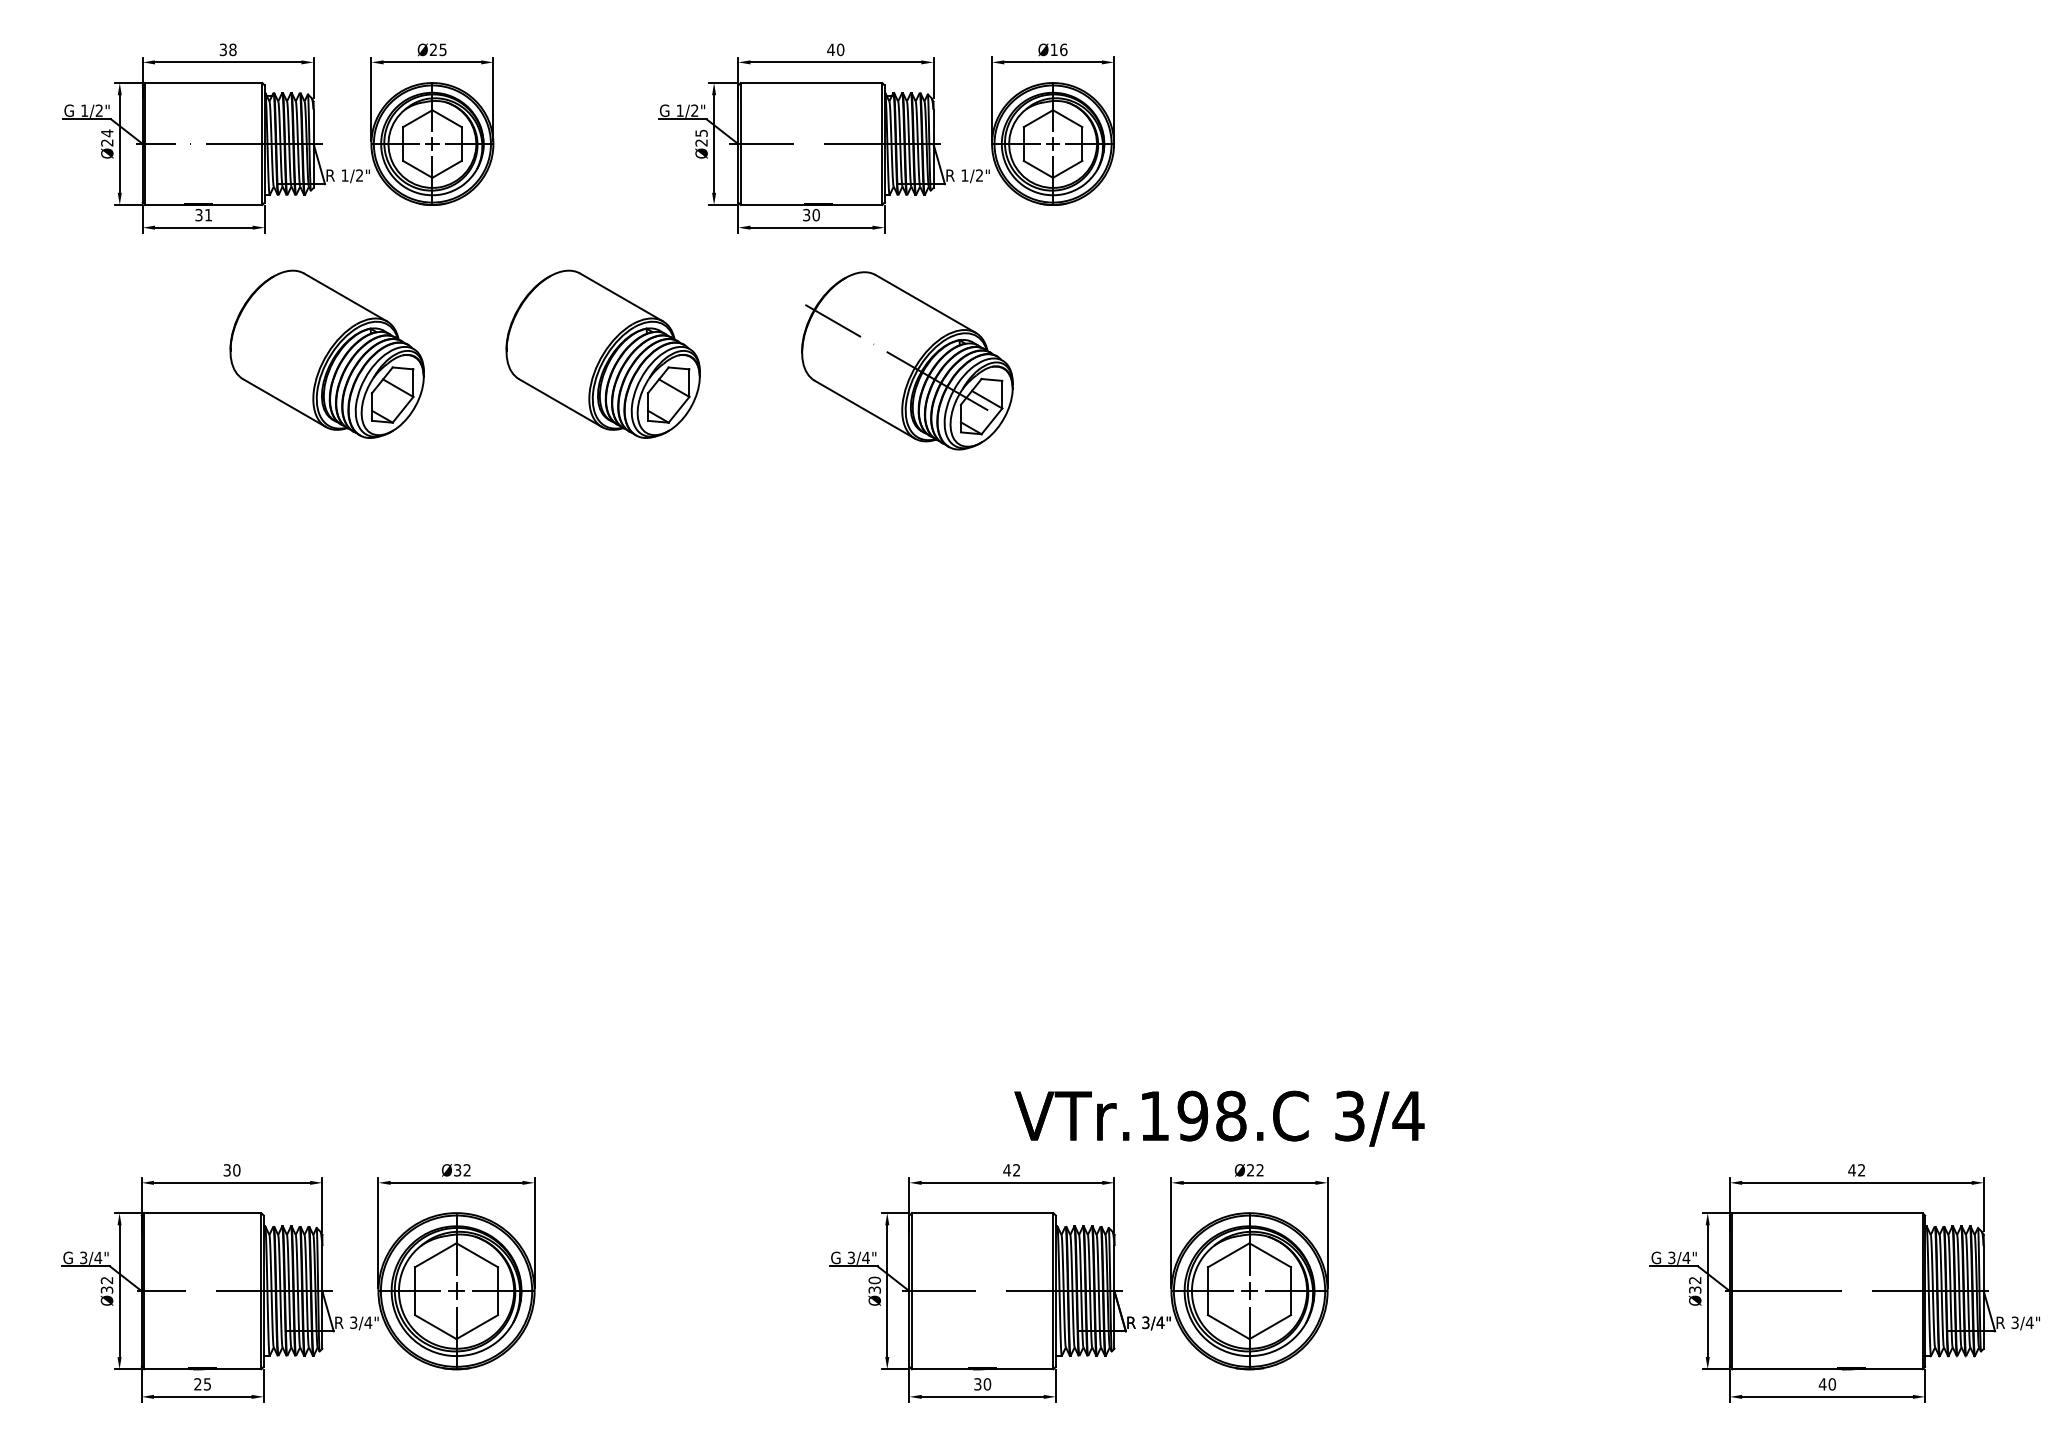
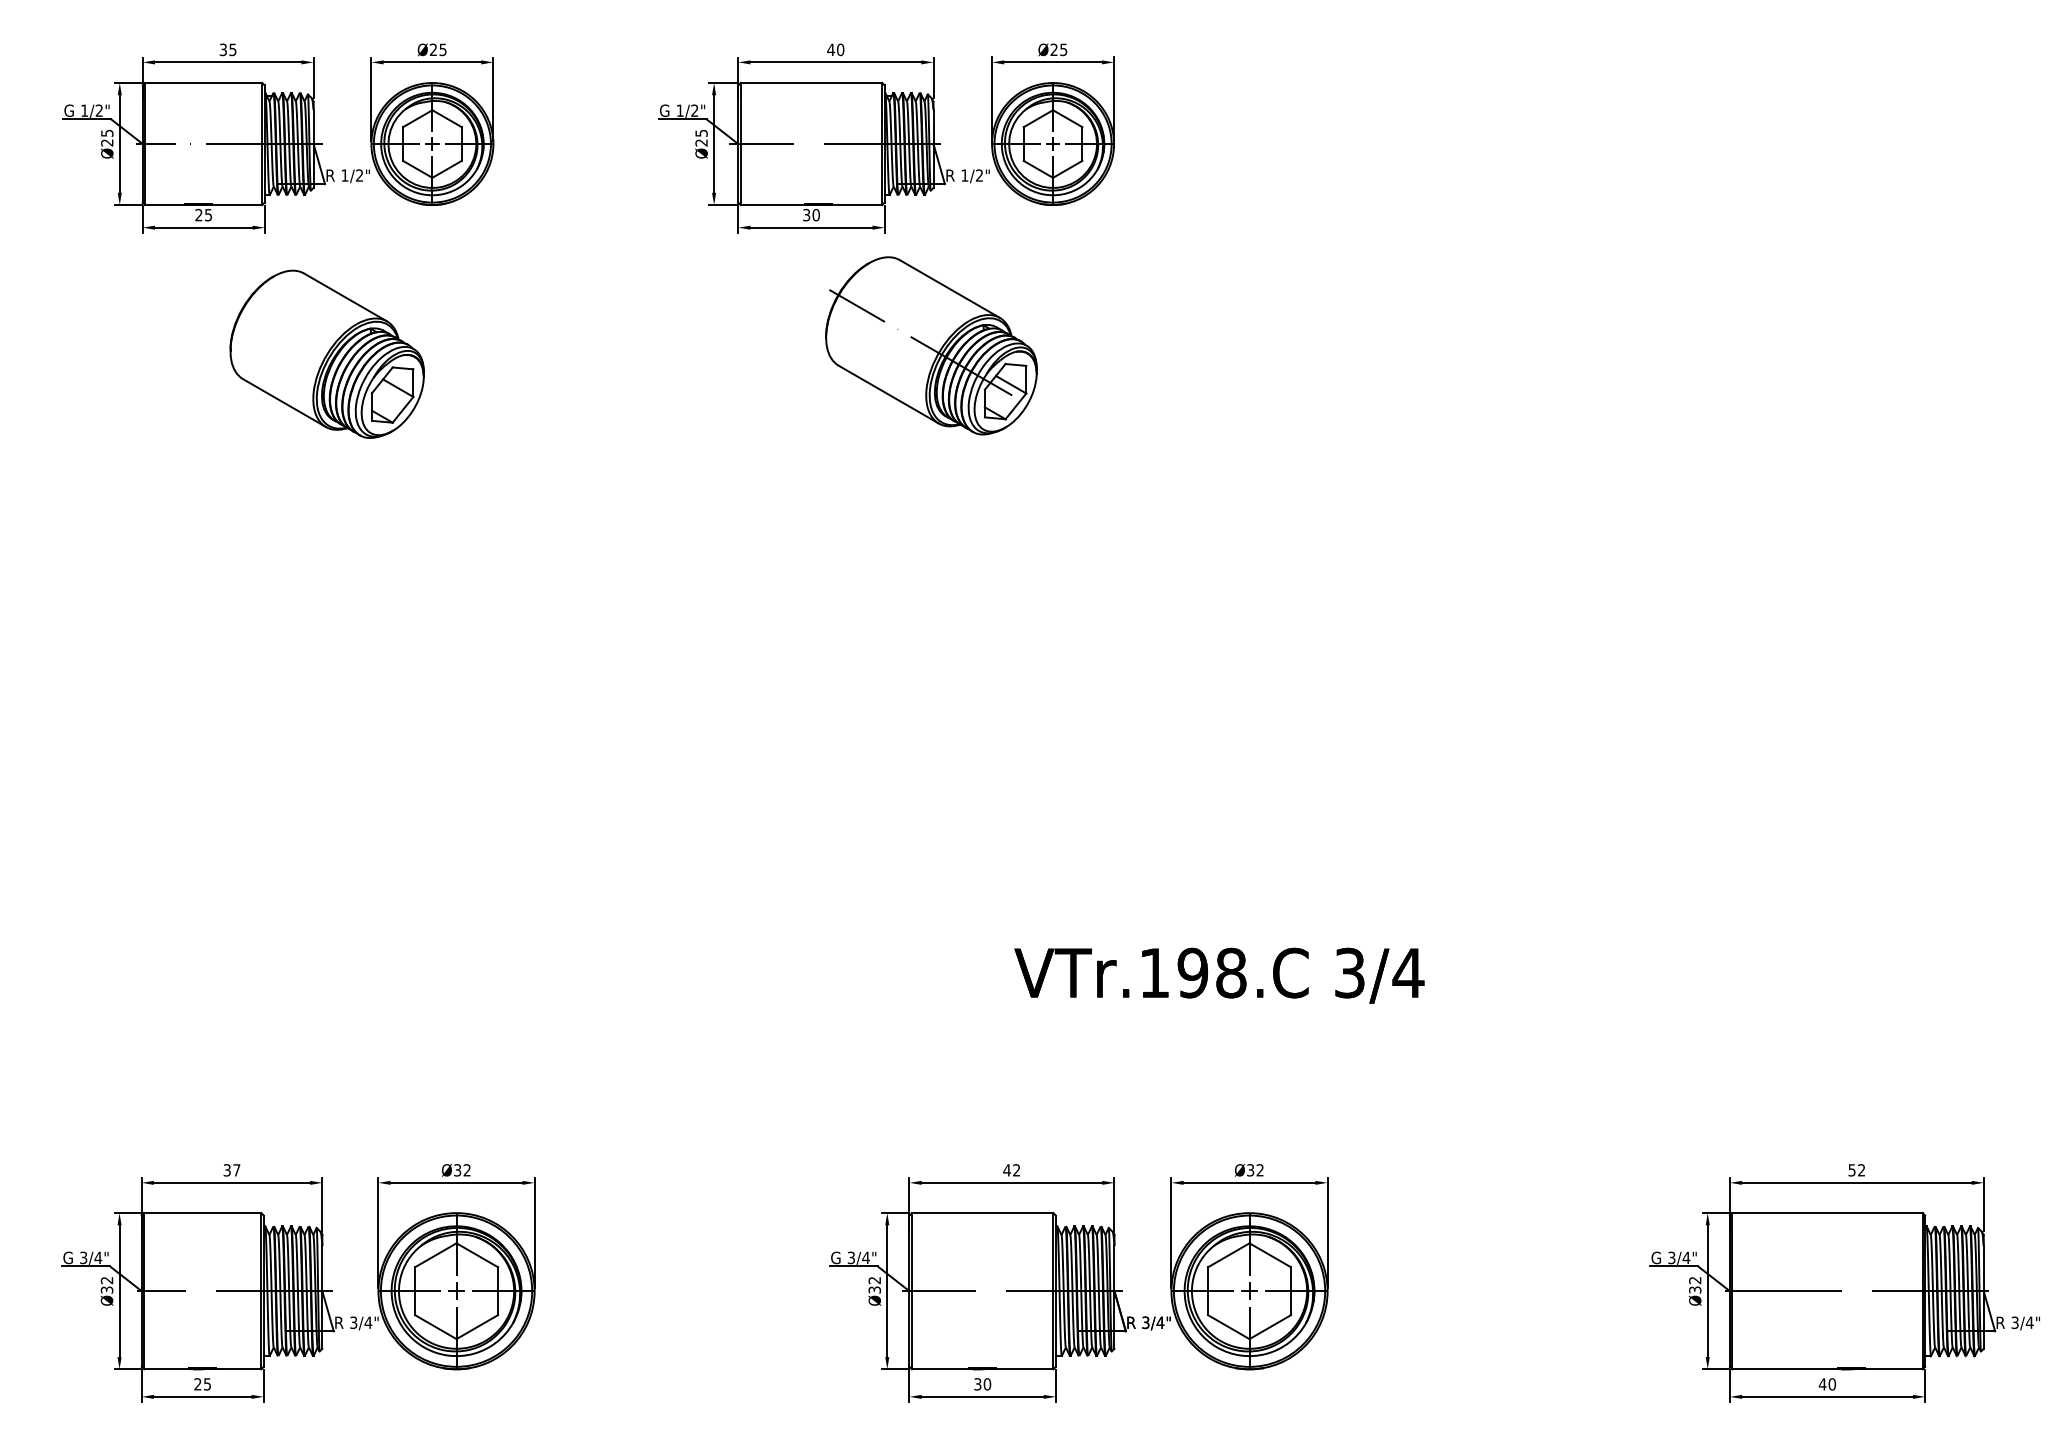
text at (232, 49): 38 -> 35
text at (1058, 49): Ø16 -> Ø25
text at (107, 133): Ø24 -> Ø25
text at (203, 215): 31 -> 25
part at (602, 353): present -> none
part at (907, 360) position: (907, 360) -> (931, 345)
text at (1219, 1118) position: (1219, 1118) -> (1219, 975)
text at (236, 1170): 30 -> 37
text at (1250, 1170): Ø22 -> Ø32
text at (1851, 1170): 42 -> 52
text at (874, 1280): Ø30 -> Ø32
